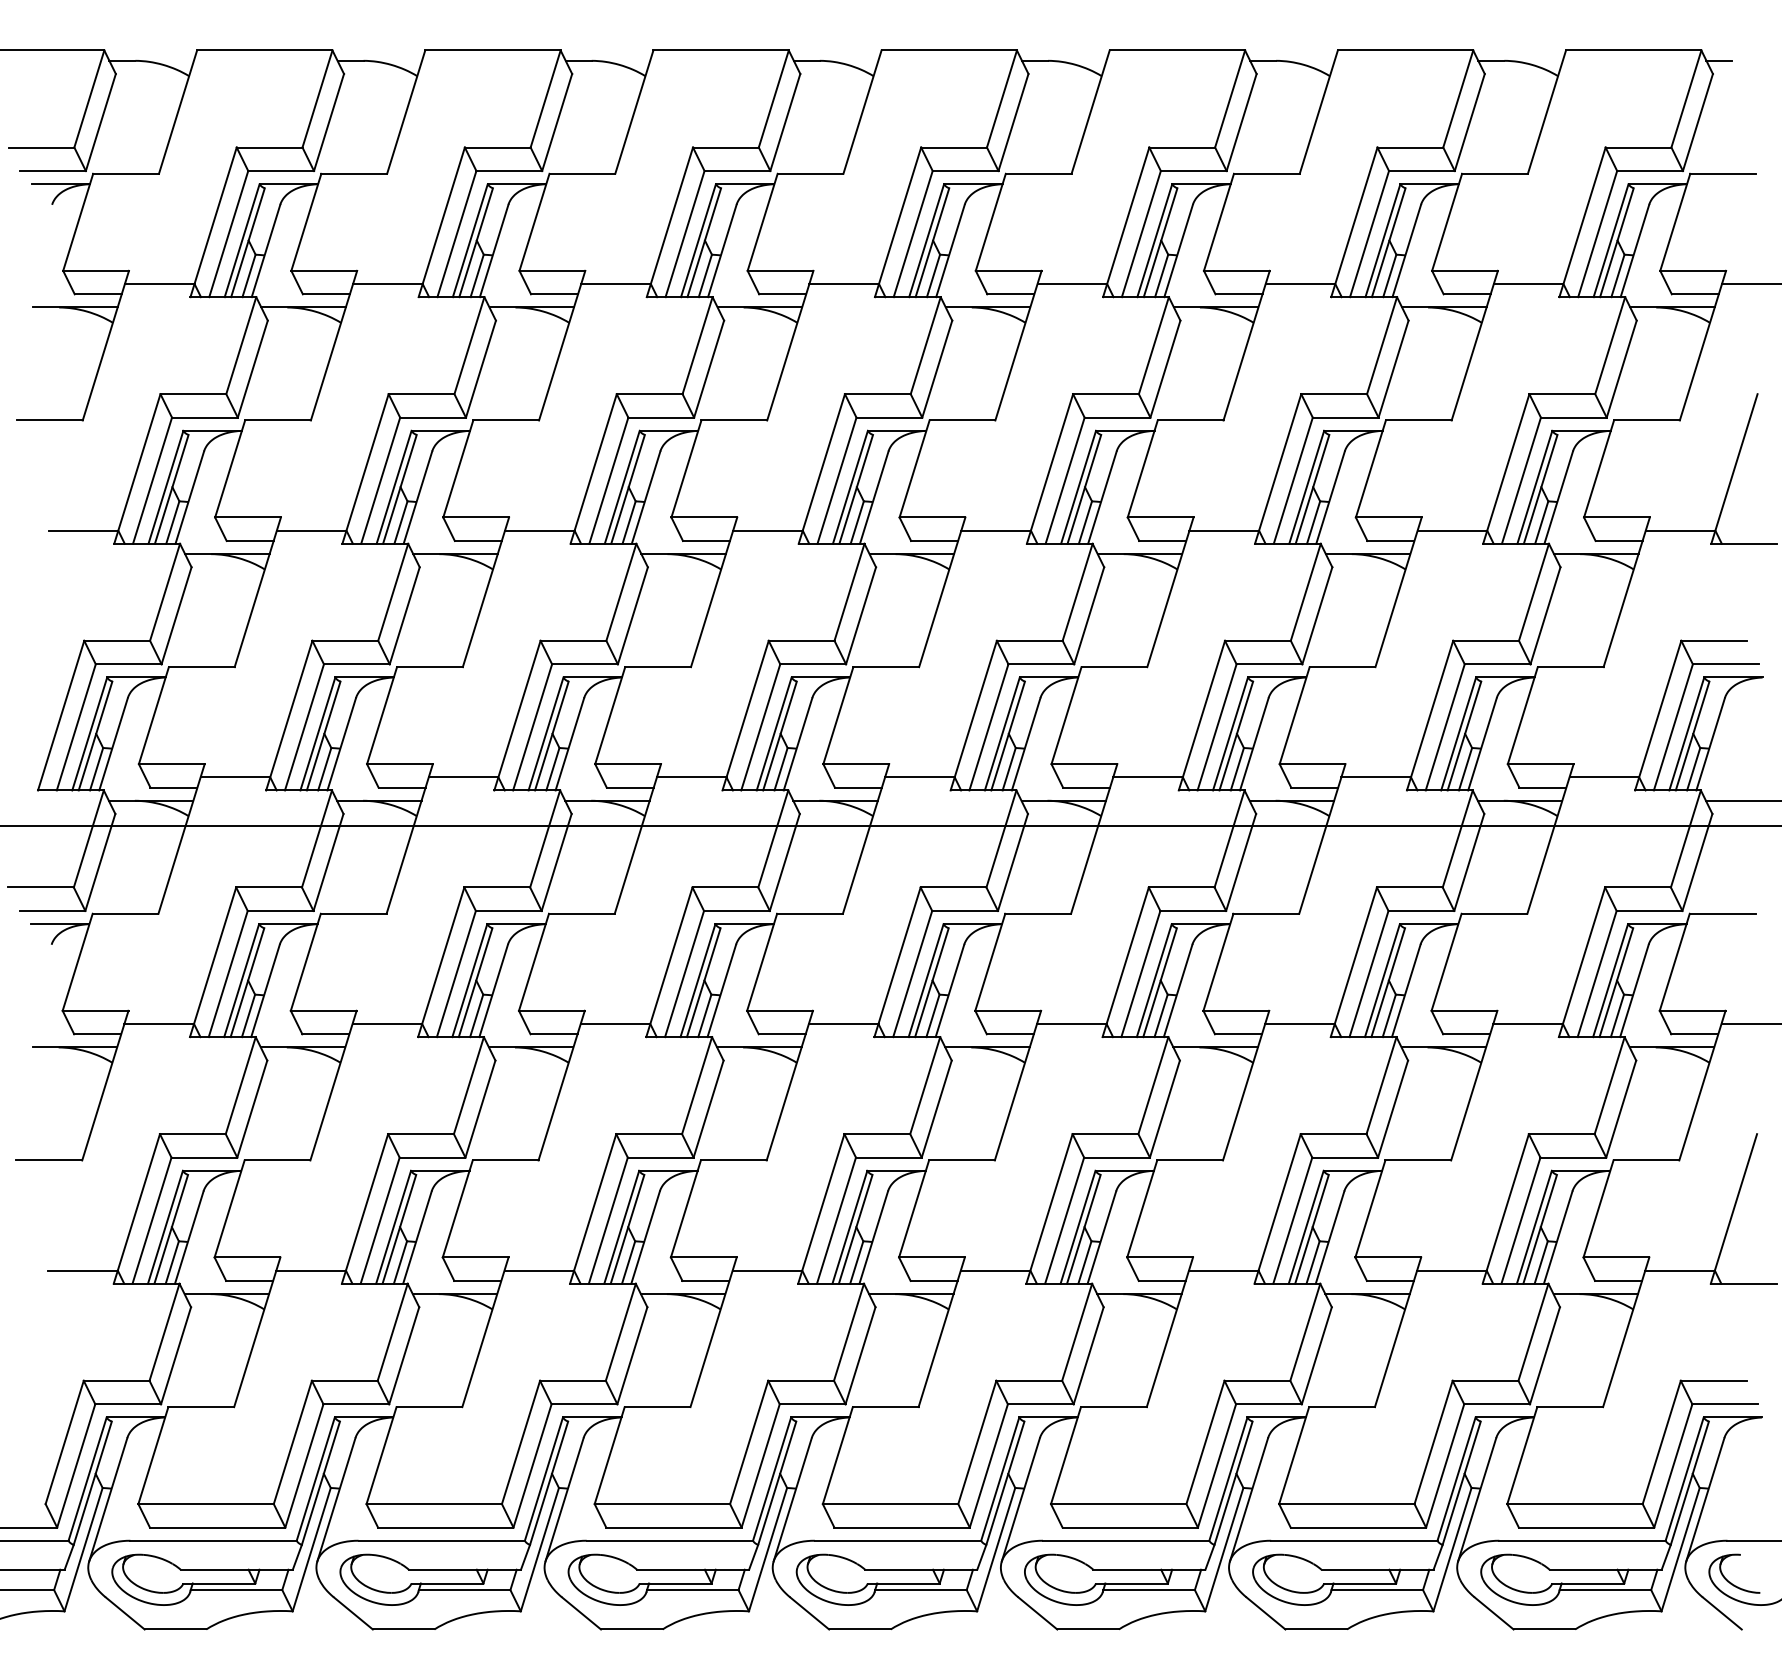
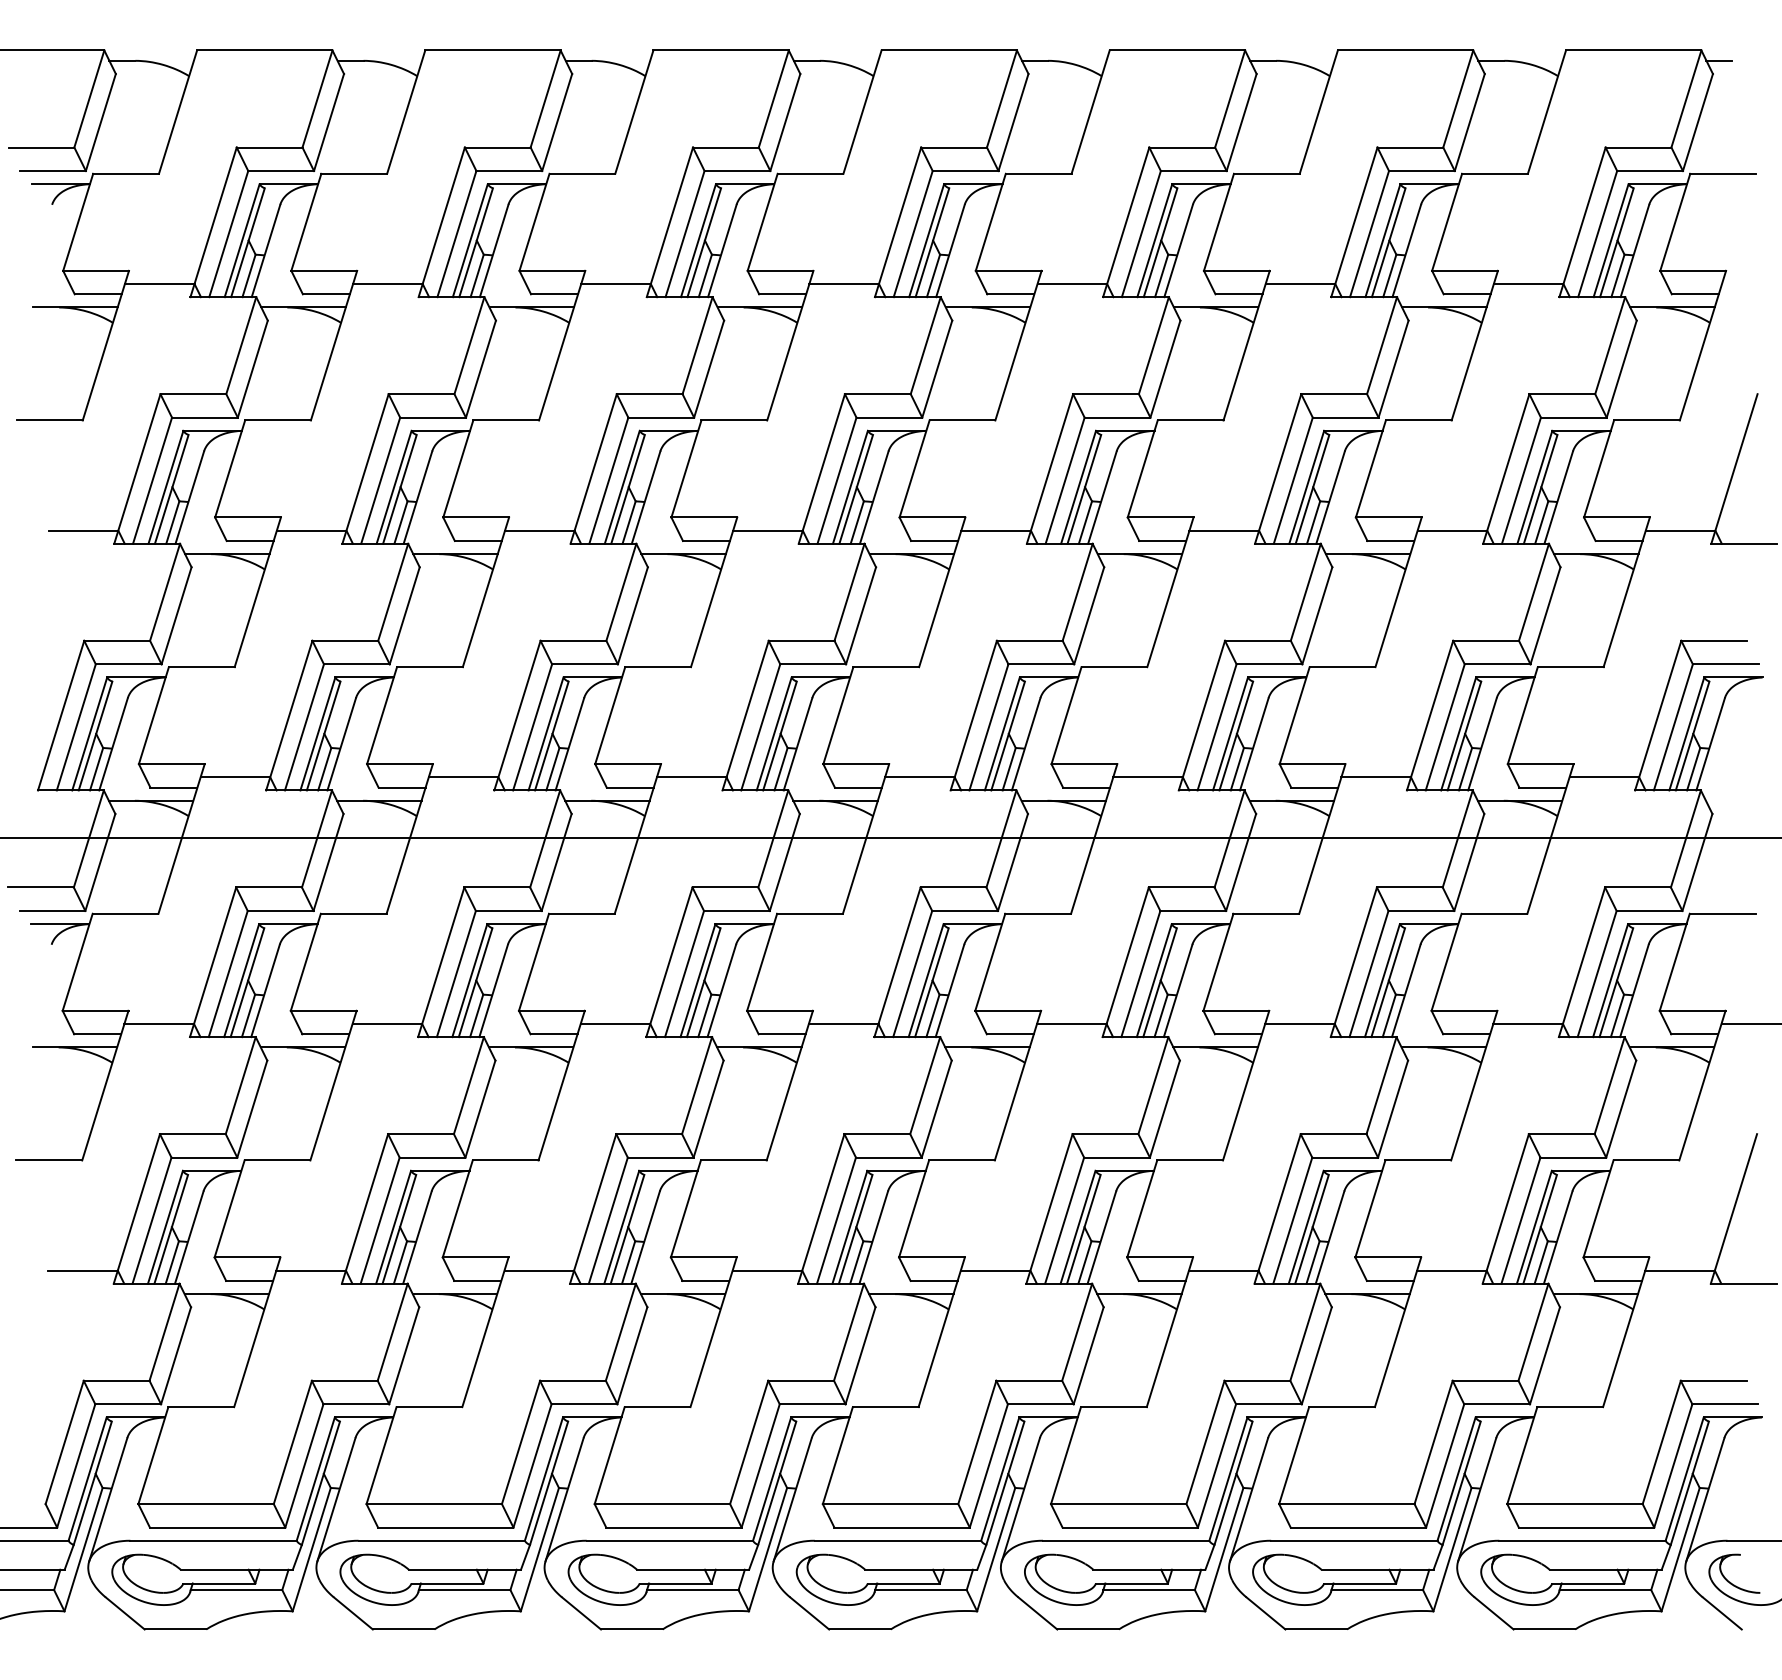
line at (1750, 284): present -> none
line at (1741, 800): present -> none
line at (890, 825) position: (890, 825) -> (890, 837)
